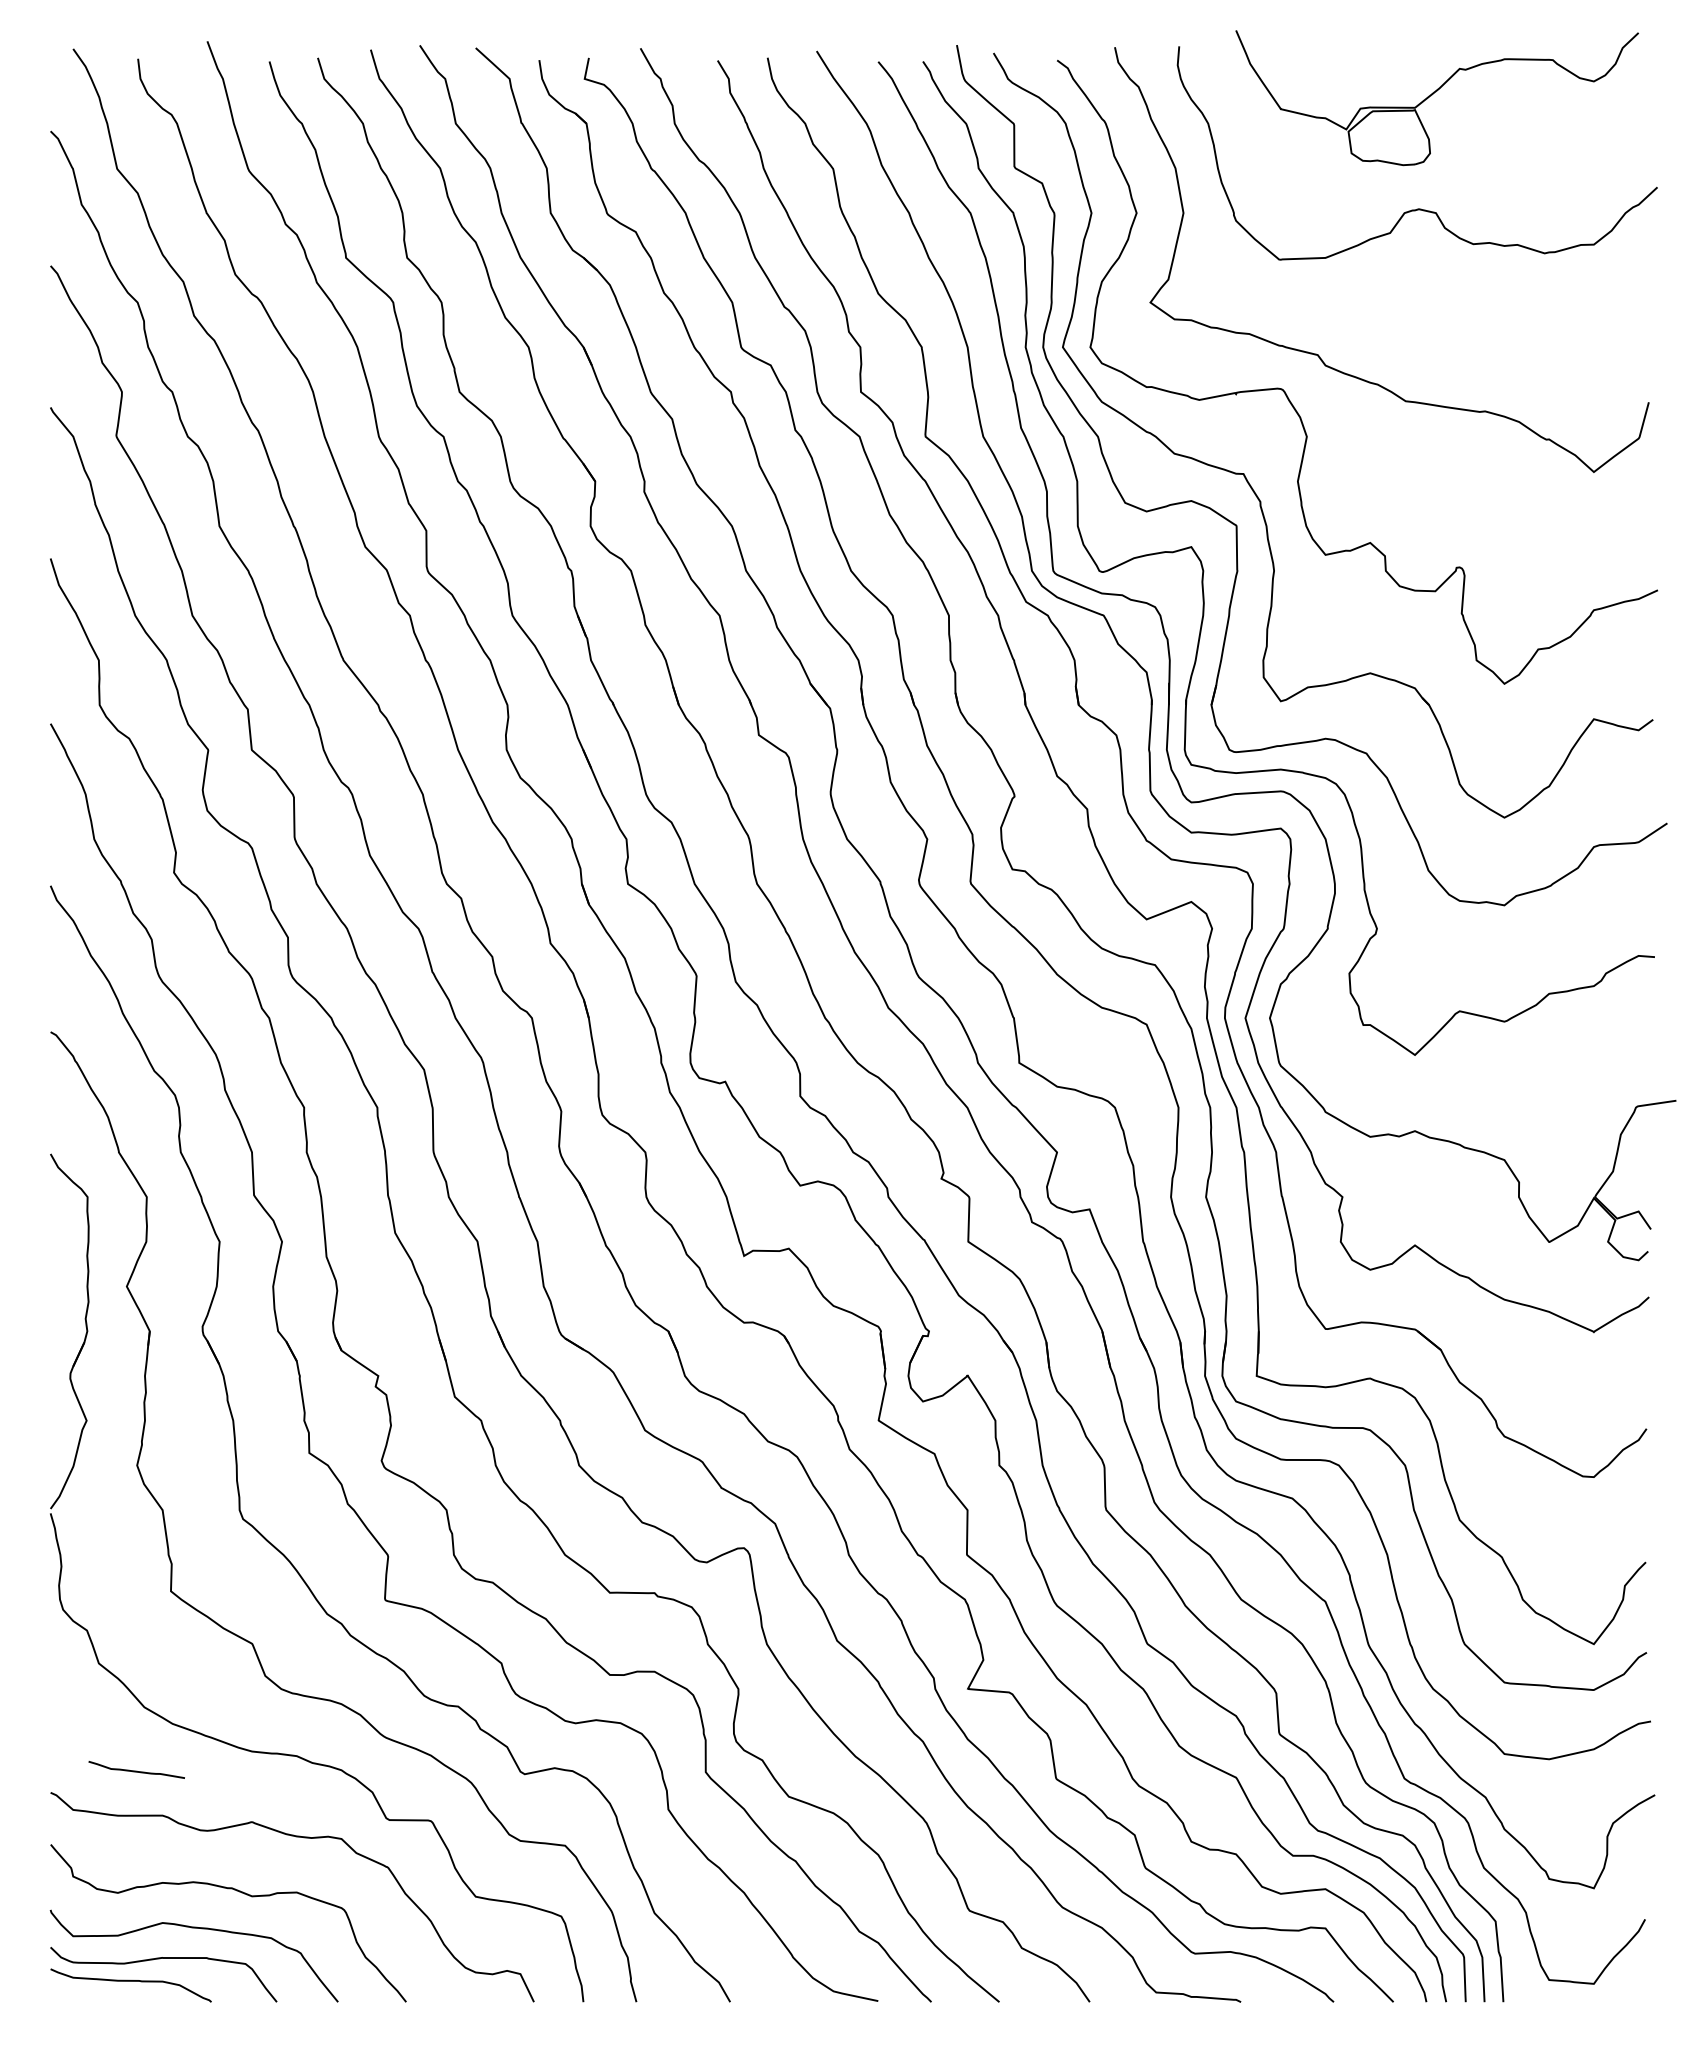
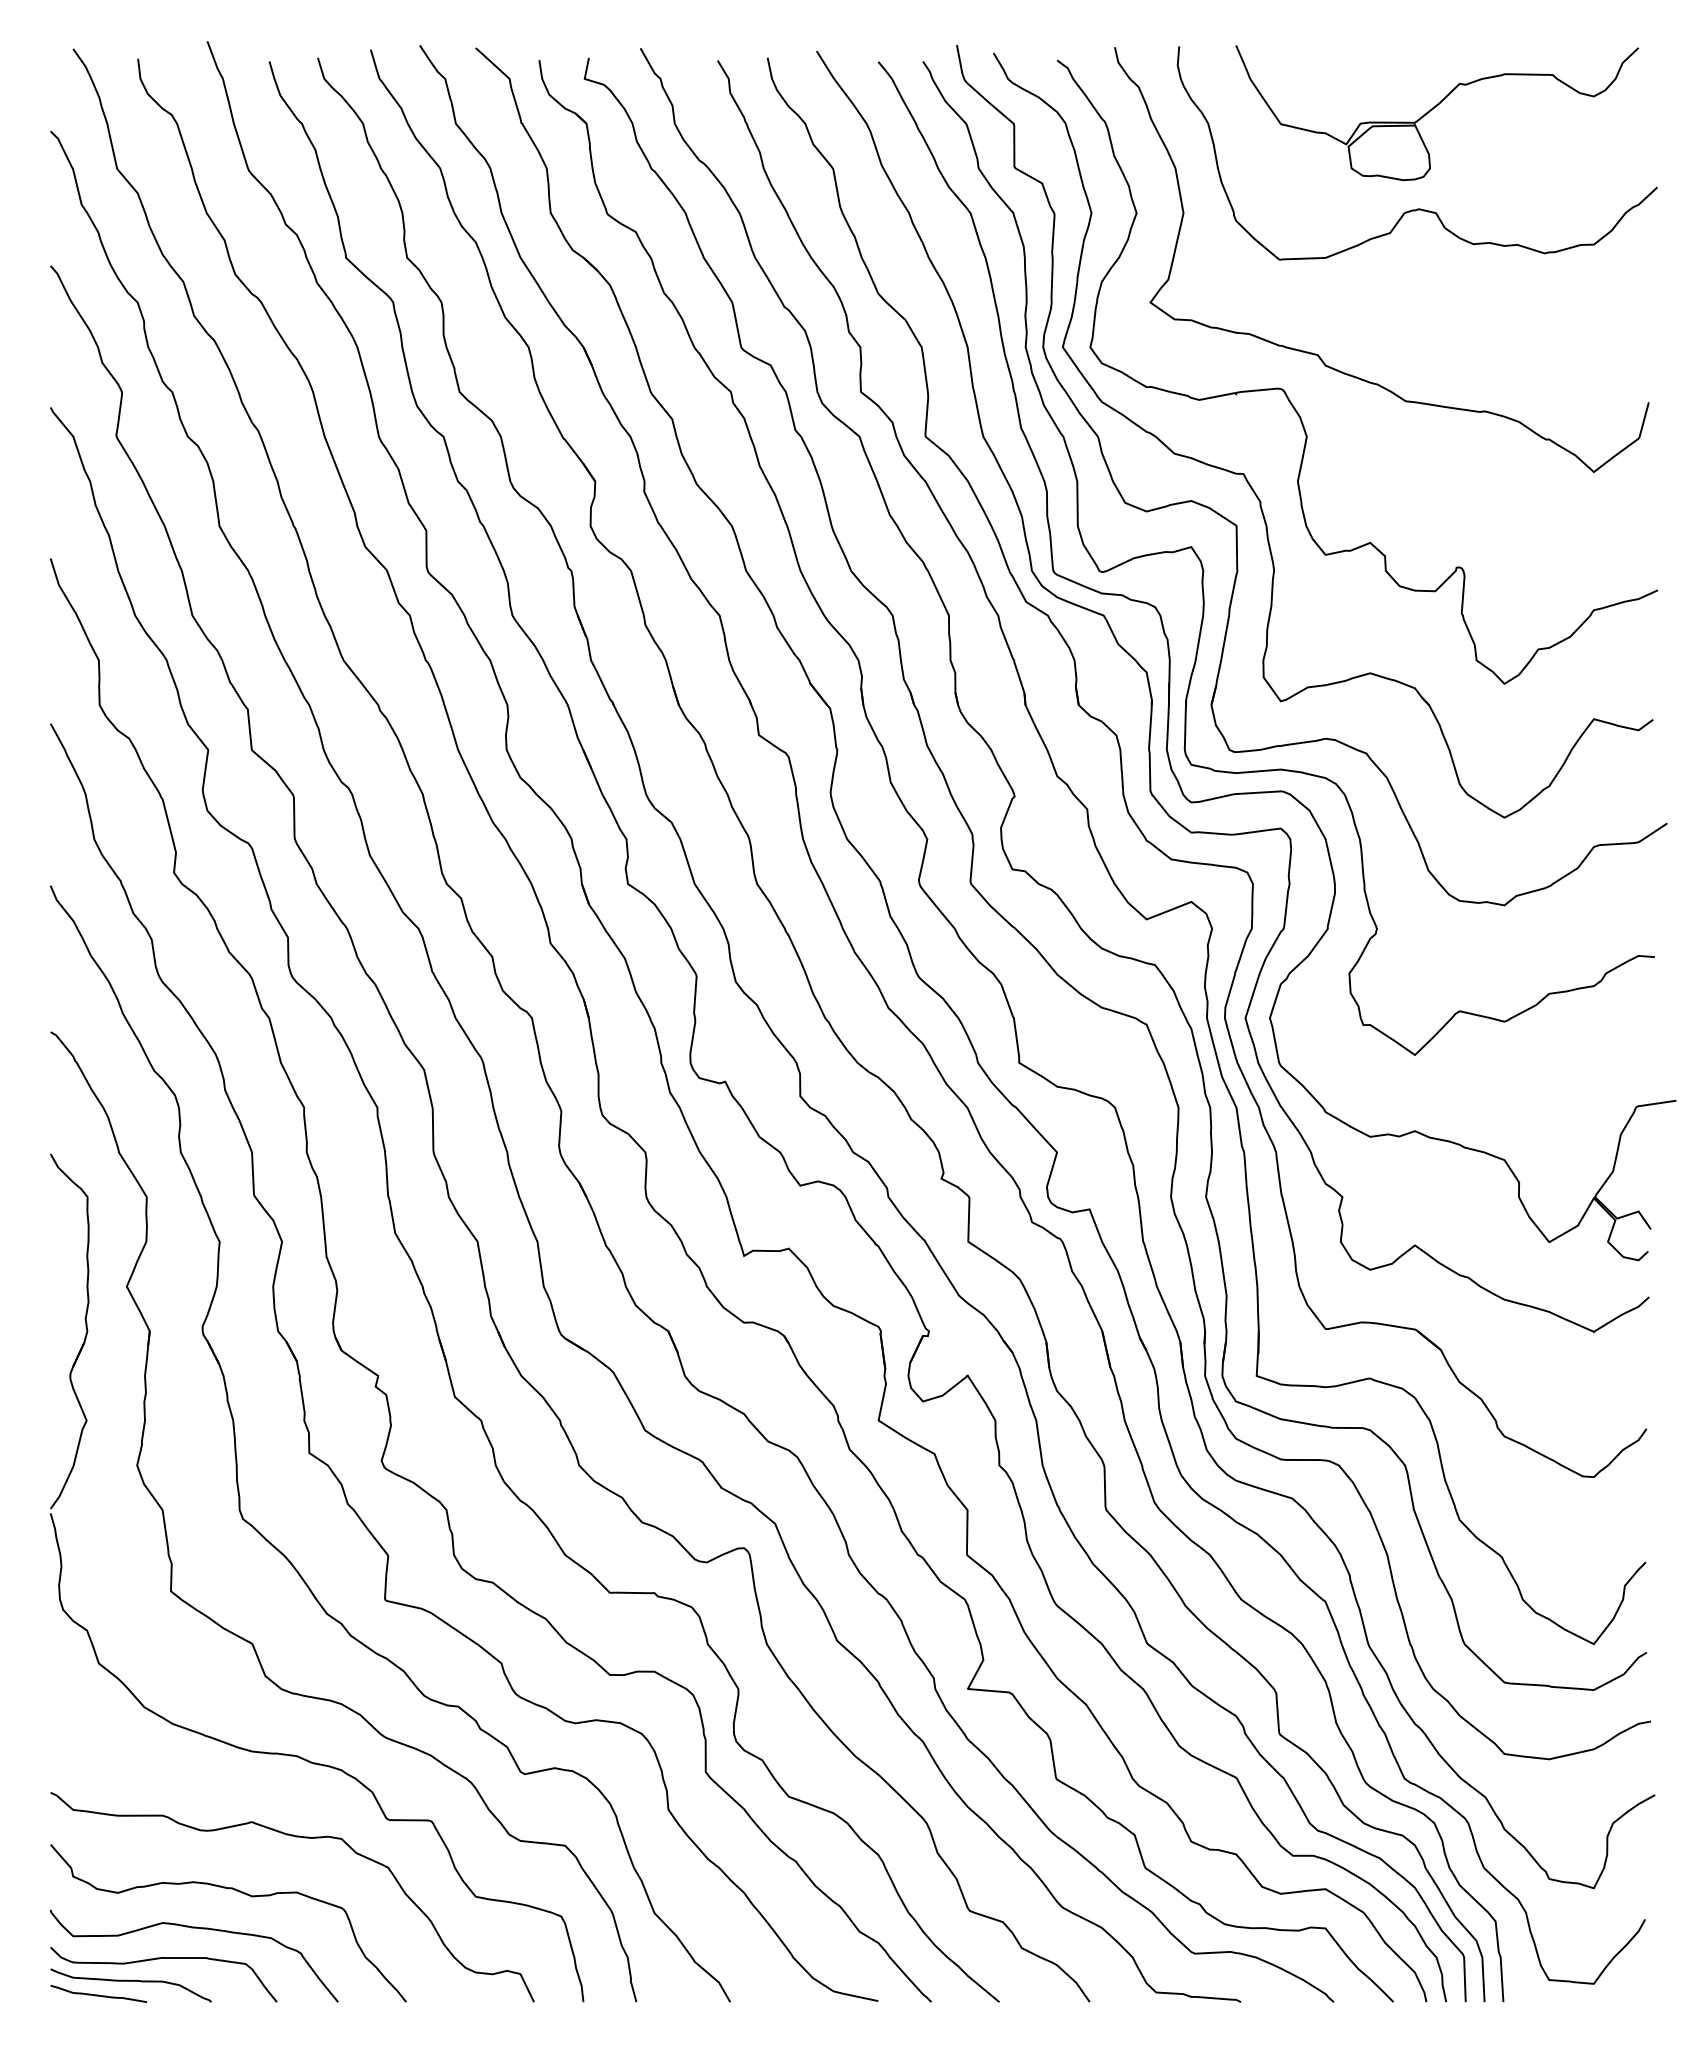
part at (1436, 98) position: (1436, 98) -> (1436, 113)
curve at (136, 1770) position: (136, 1770) -> (98, 1994)
